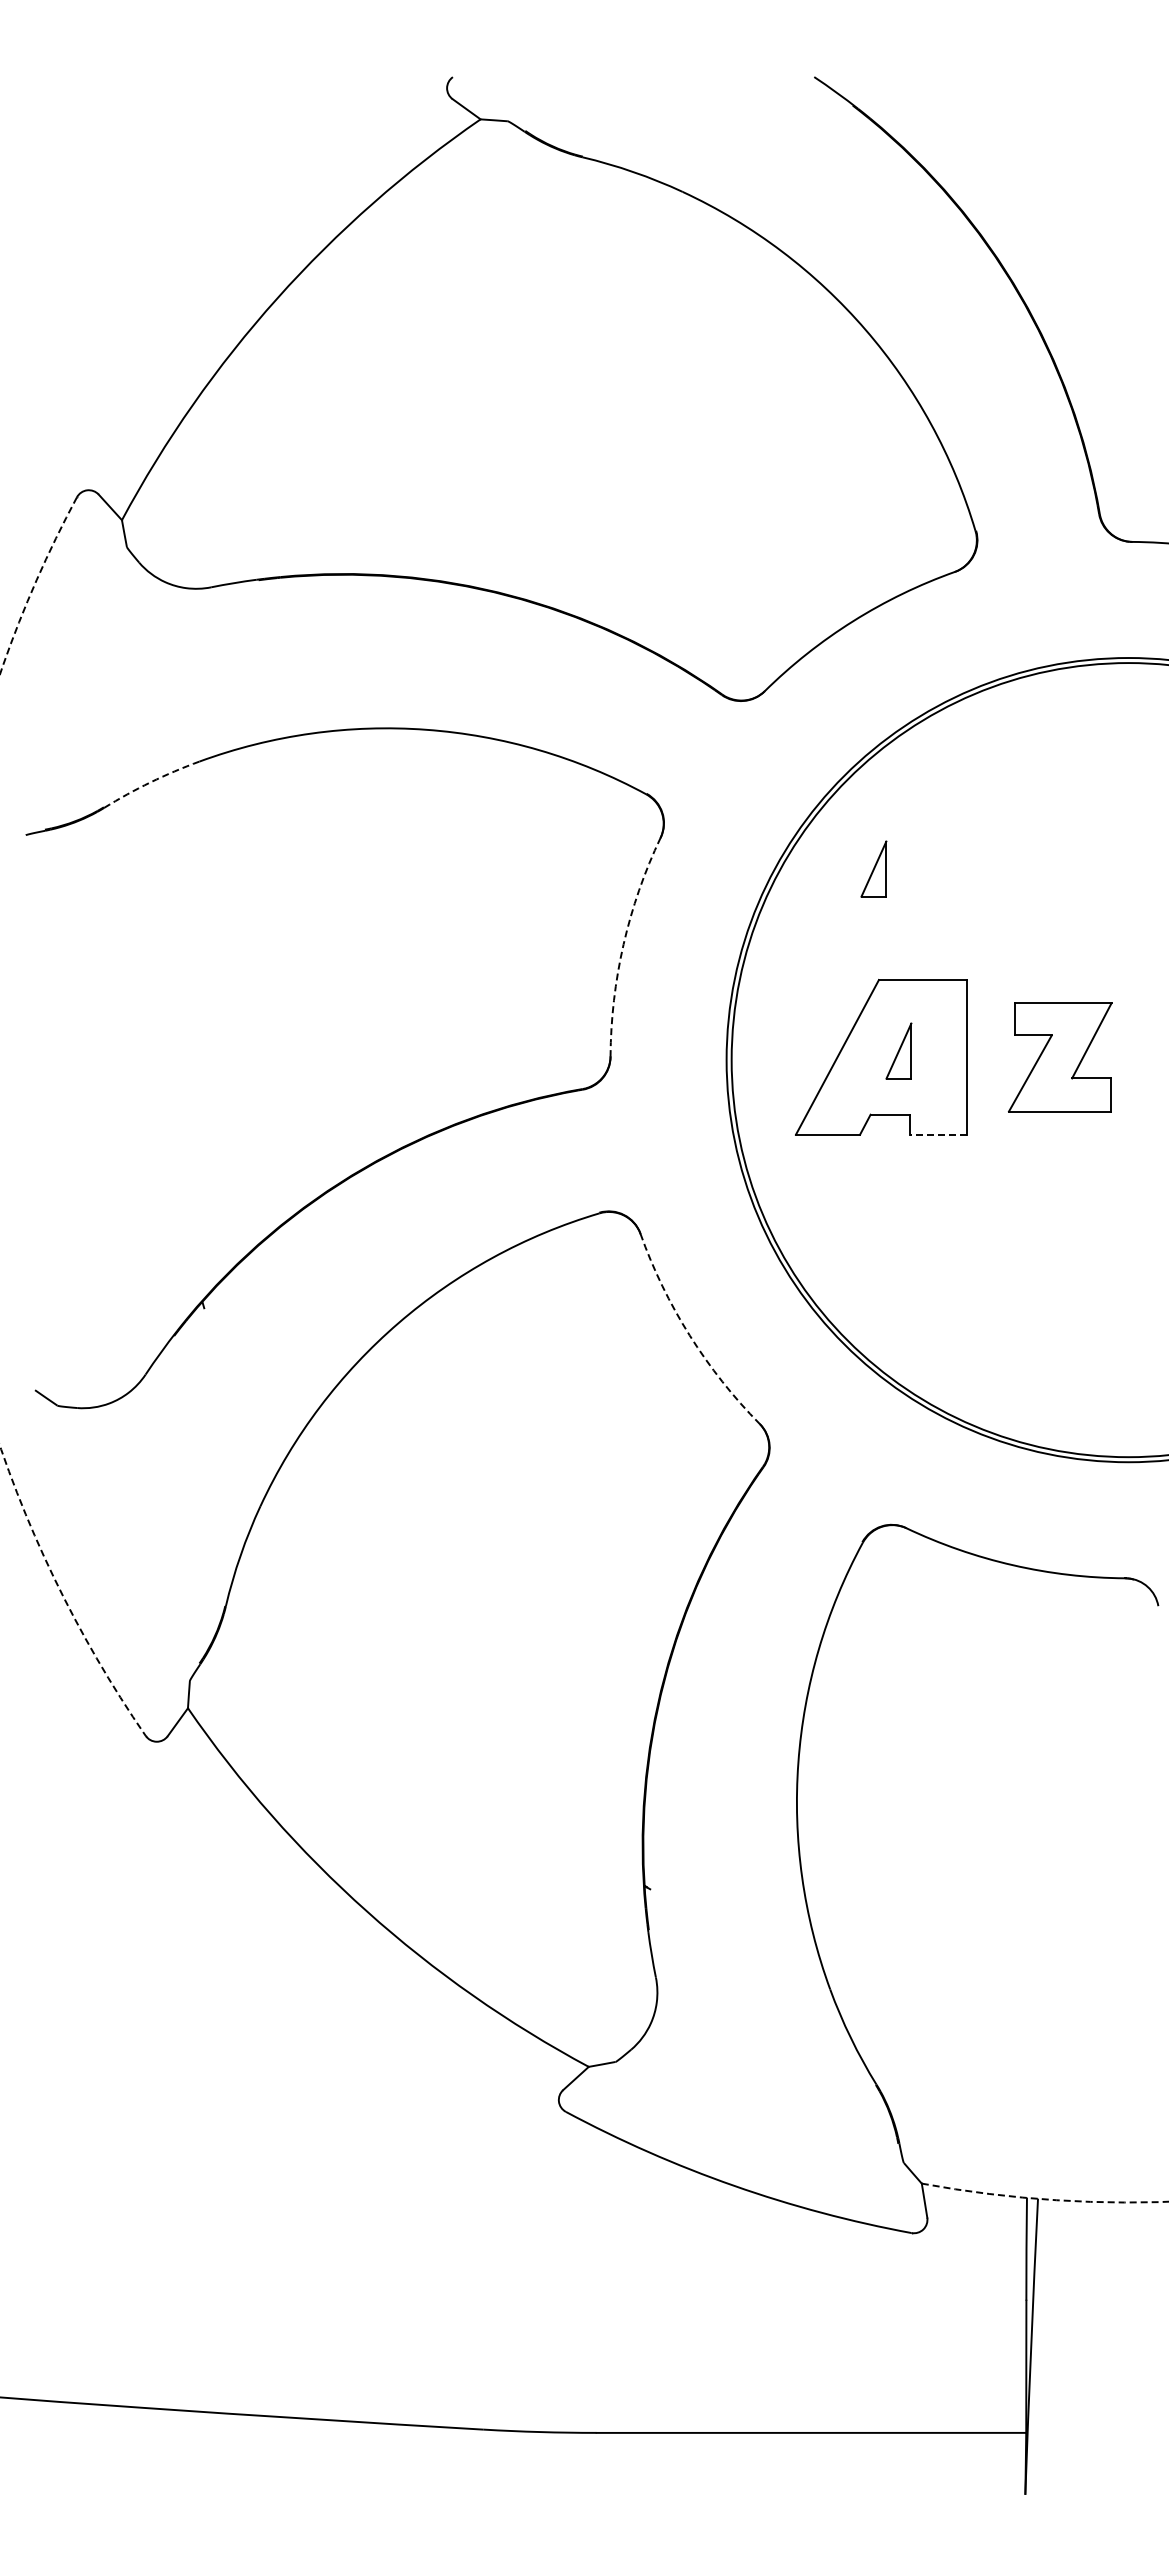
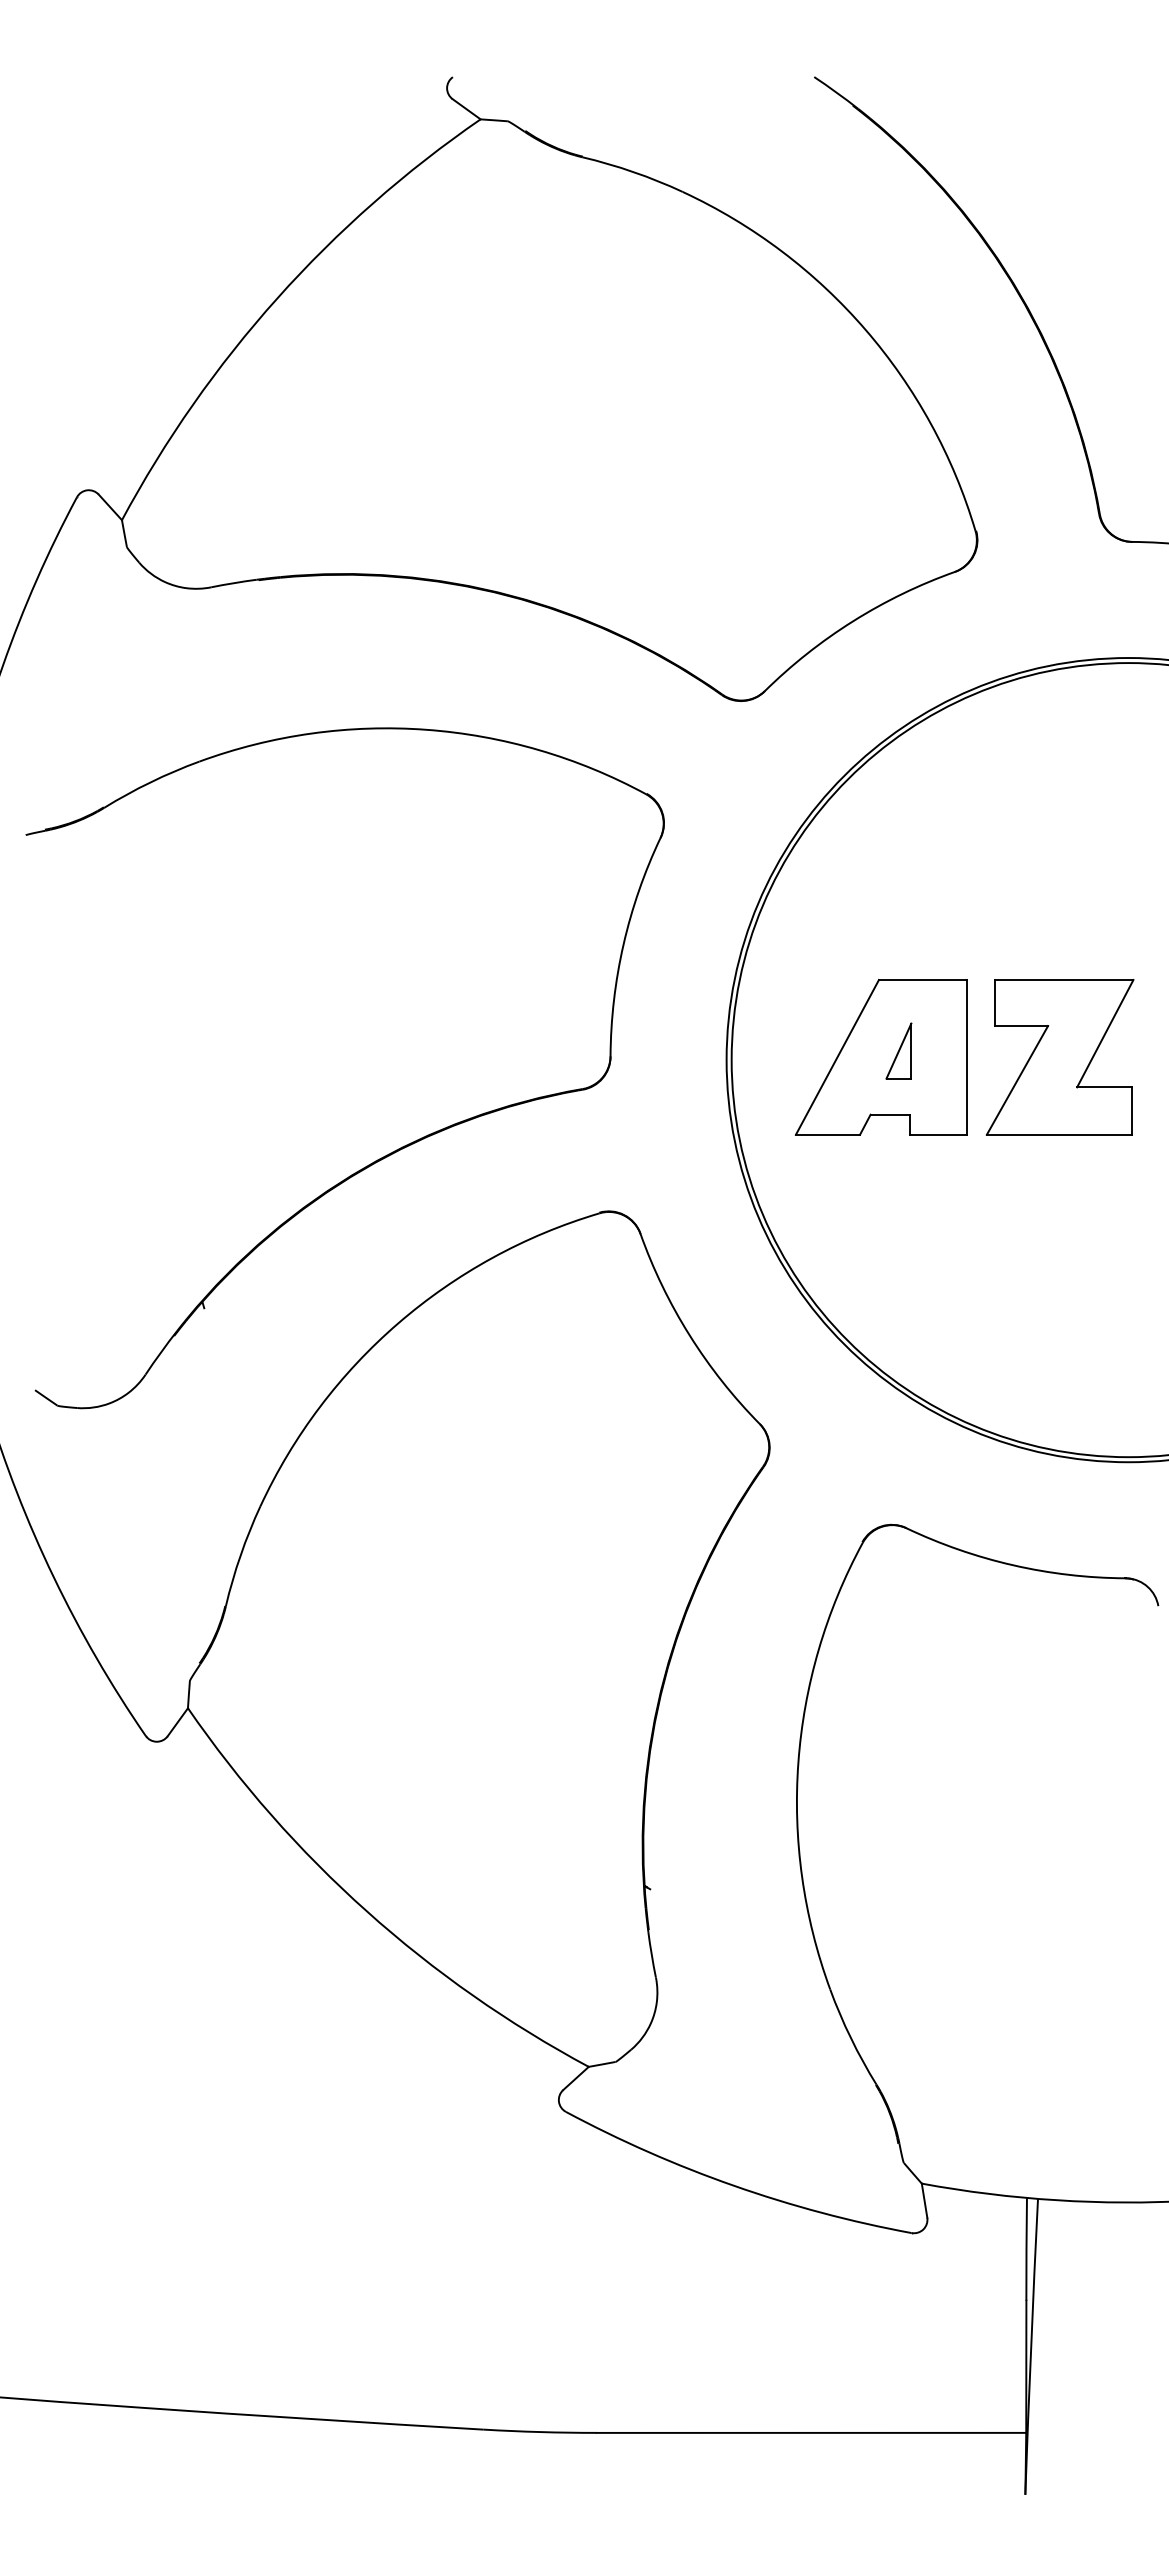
arc at (35, 583): dashed -> solid
arc at (150, 782): dashed -> solid
part at (873, 868): present -> none
arc at (623, 944): dashed -> solid
part at (1060, 1057) size: 105x111 px -> 149x157 px
line at (938, 1134): dashed -> solid
arc at (689, 1335): dashed -> solid
arc at (63, 1596): dashed -> solid
arc at (1044, 2199): dashed -> solid
